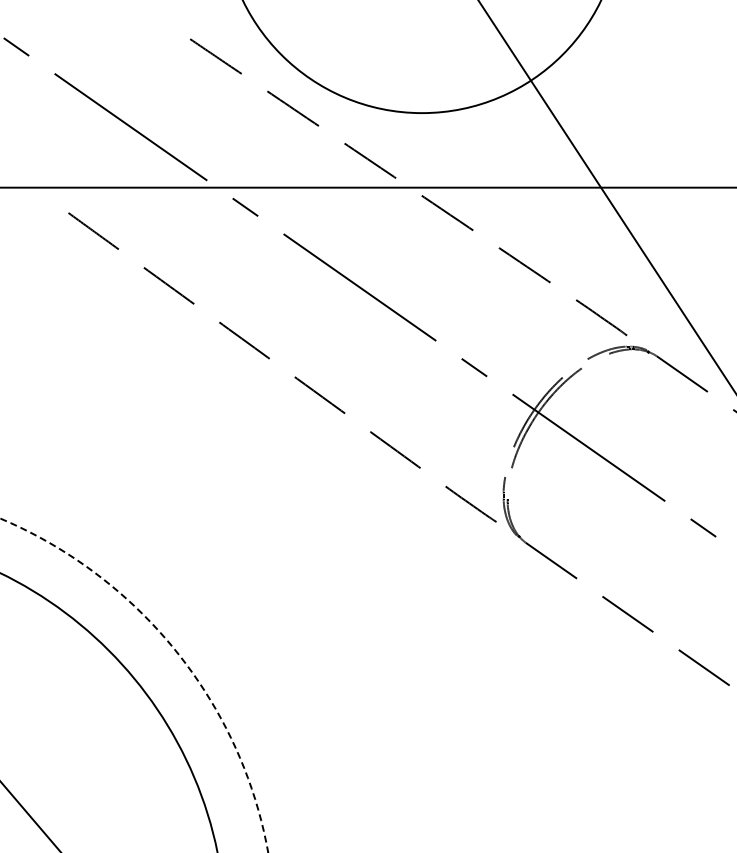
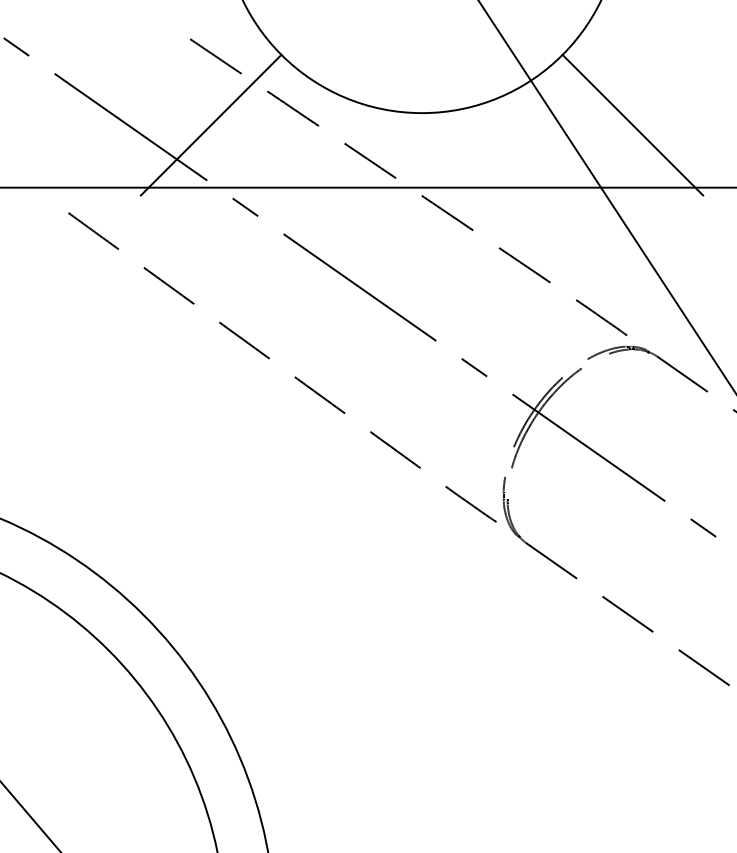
line at (210, 124): none -> present
line at (632, 124): none -> present
circle at (134, 685): dashed -> solid
